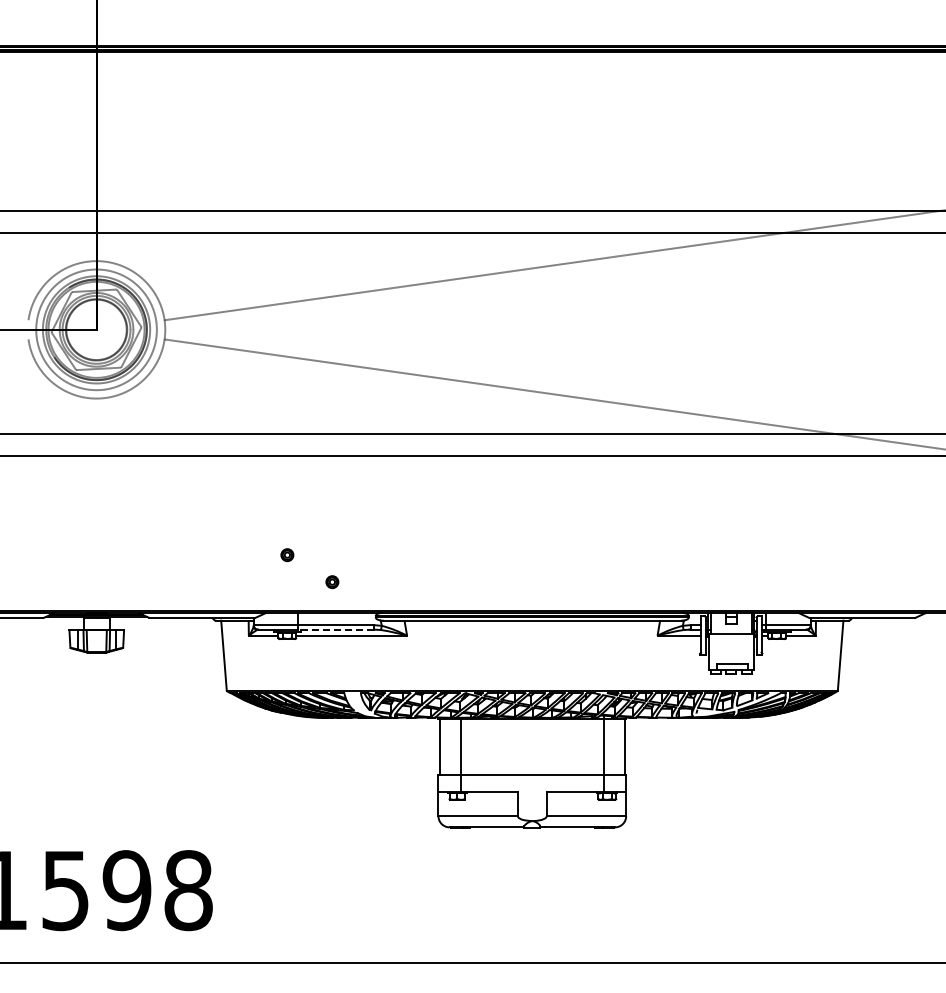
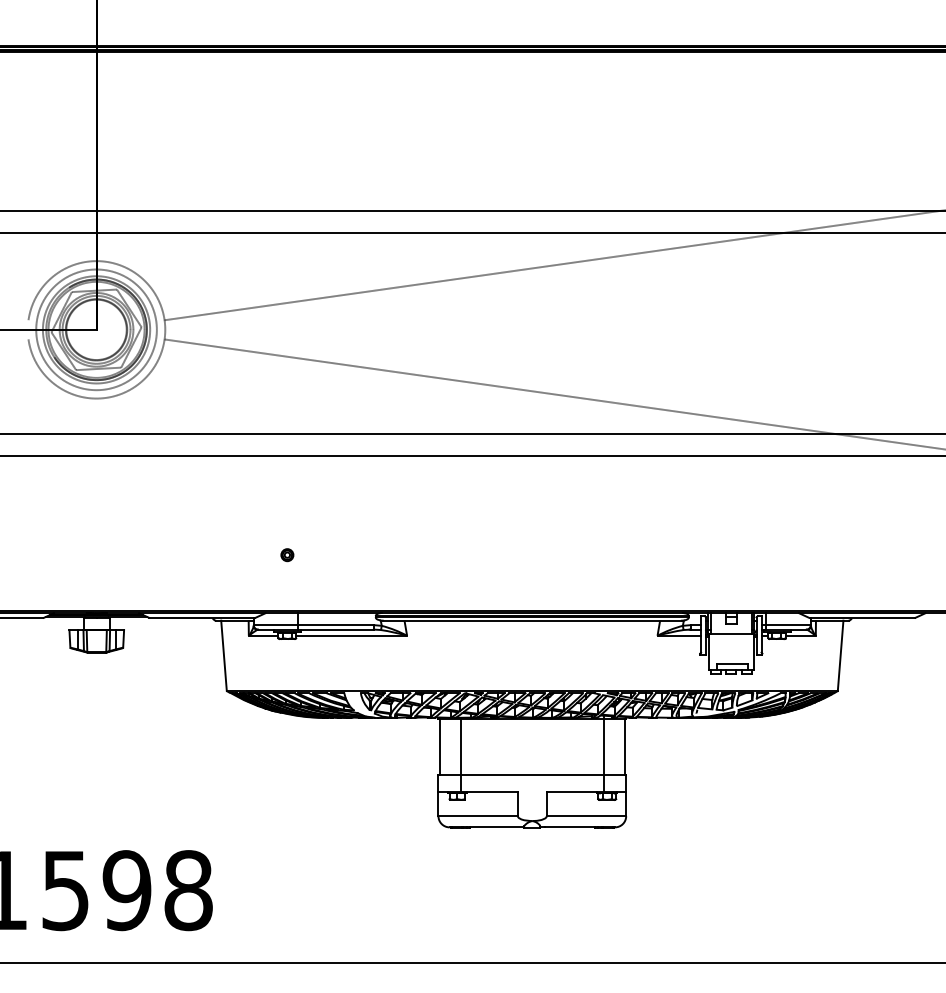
part at (332, 582): present -> none
line at (336, 629): dashed -> solid
